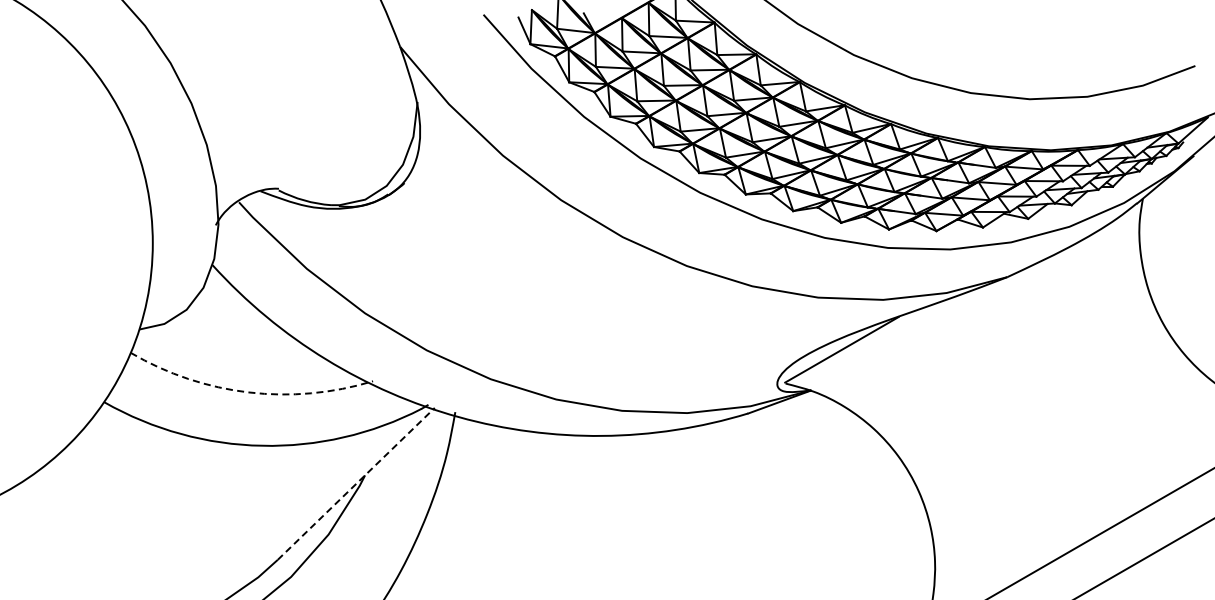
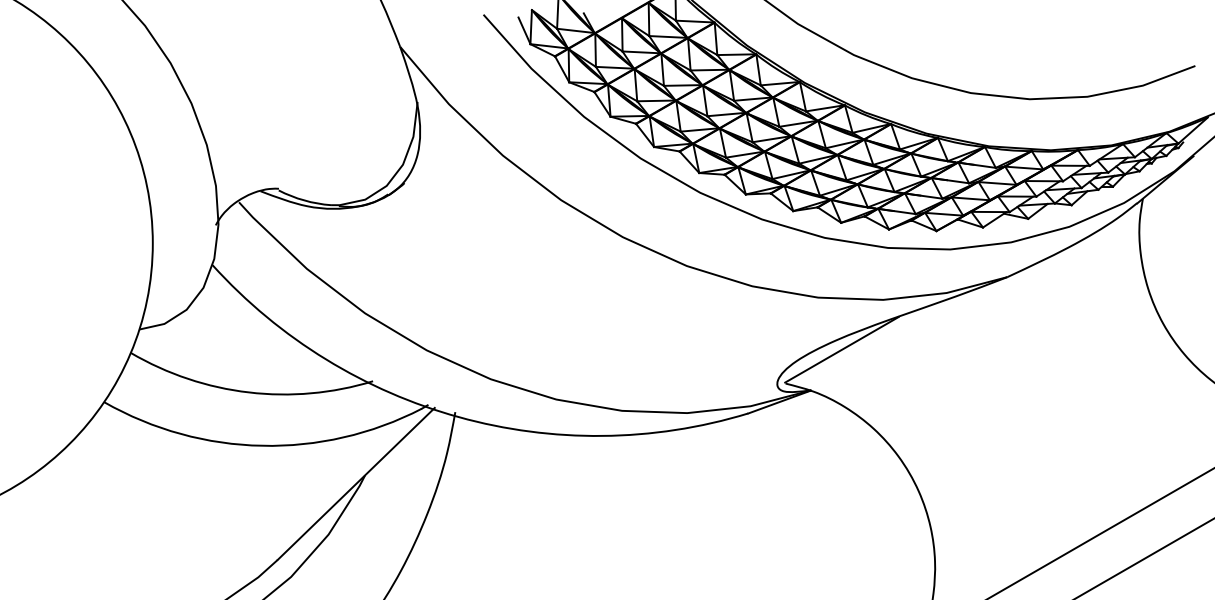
arc at (248, 392): dashed -> solid
line at (356, 483): dashed -> solid
